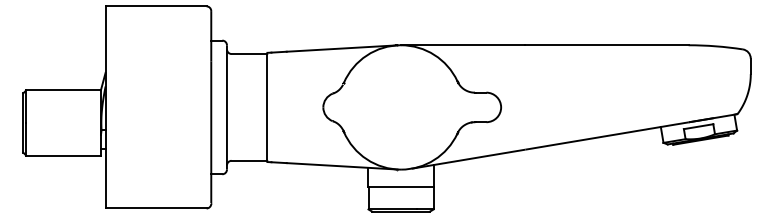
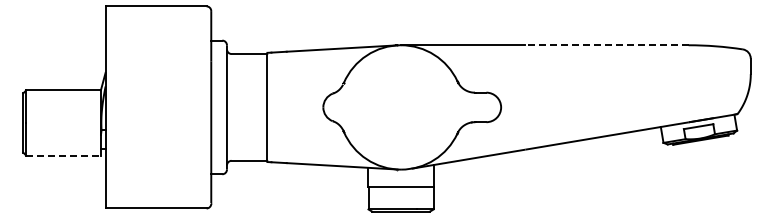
line at (607, 45): solid -> dashed
line at (64, 155): solid -> dashed
